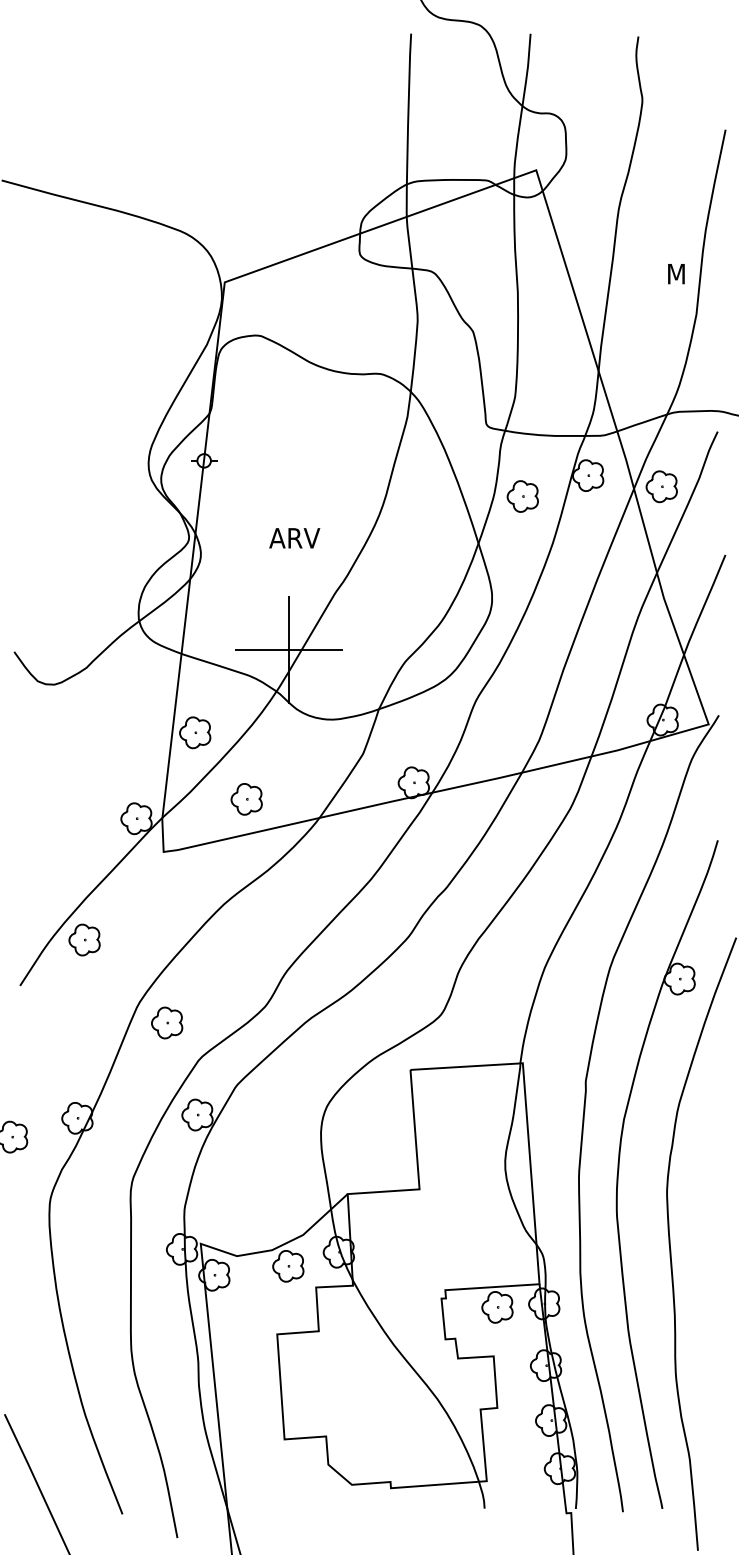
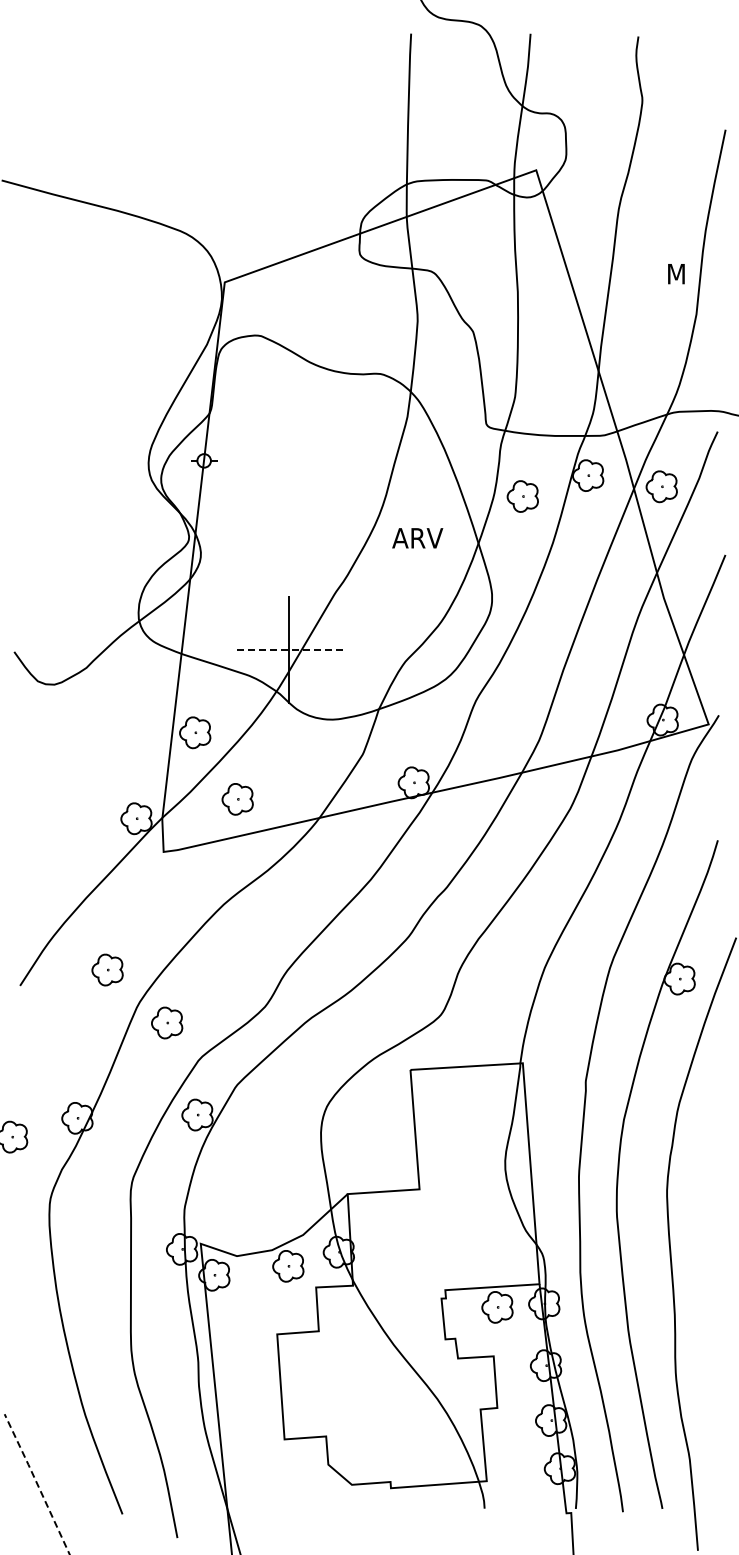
text at (294, 538) position: (294, 538) -> (417, 538)
line at (288, 649): solid -> dashed
part at (246, 799) position: (246, 799) -> (237, 799)
part at (84, 939) position: (84, 939) -> (107, 969)
line at (37, 1483): solid -> dashed
